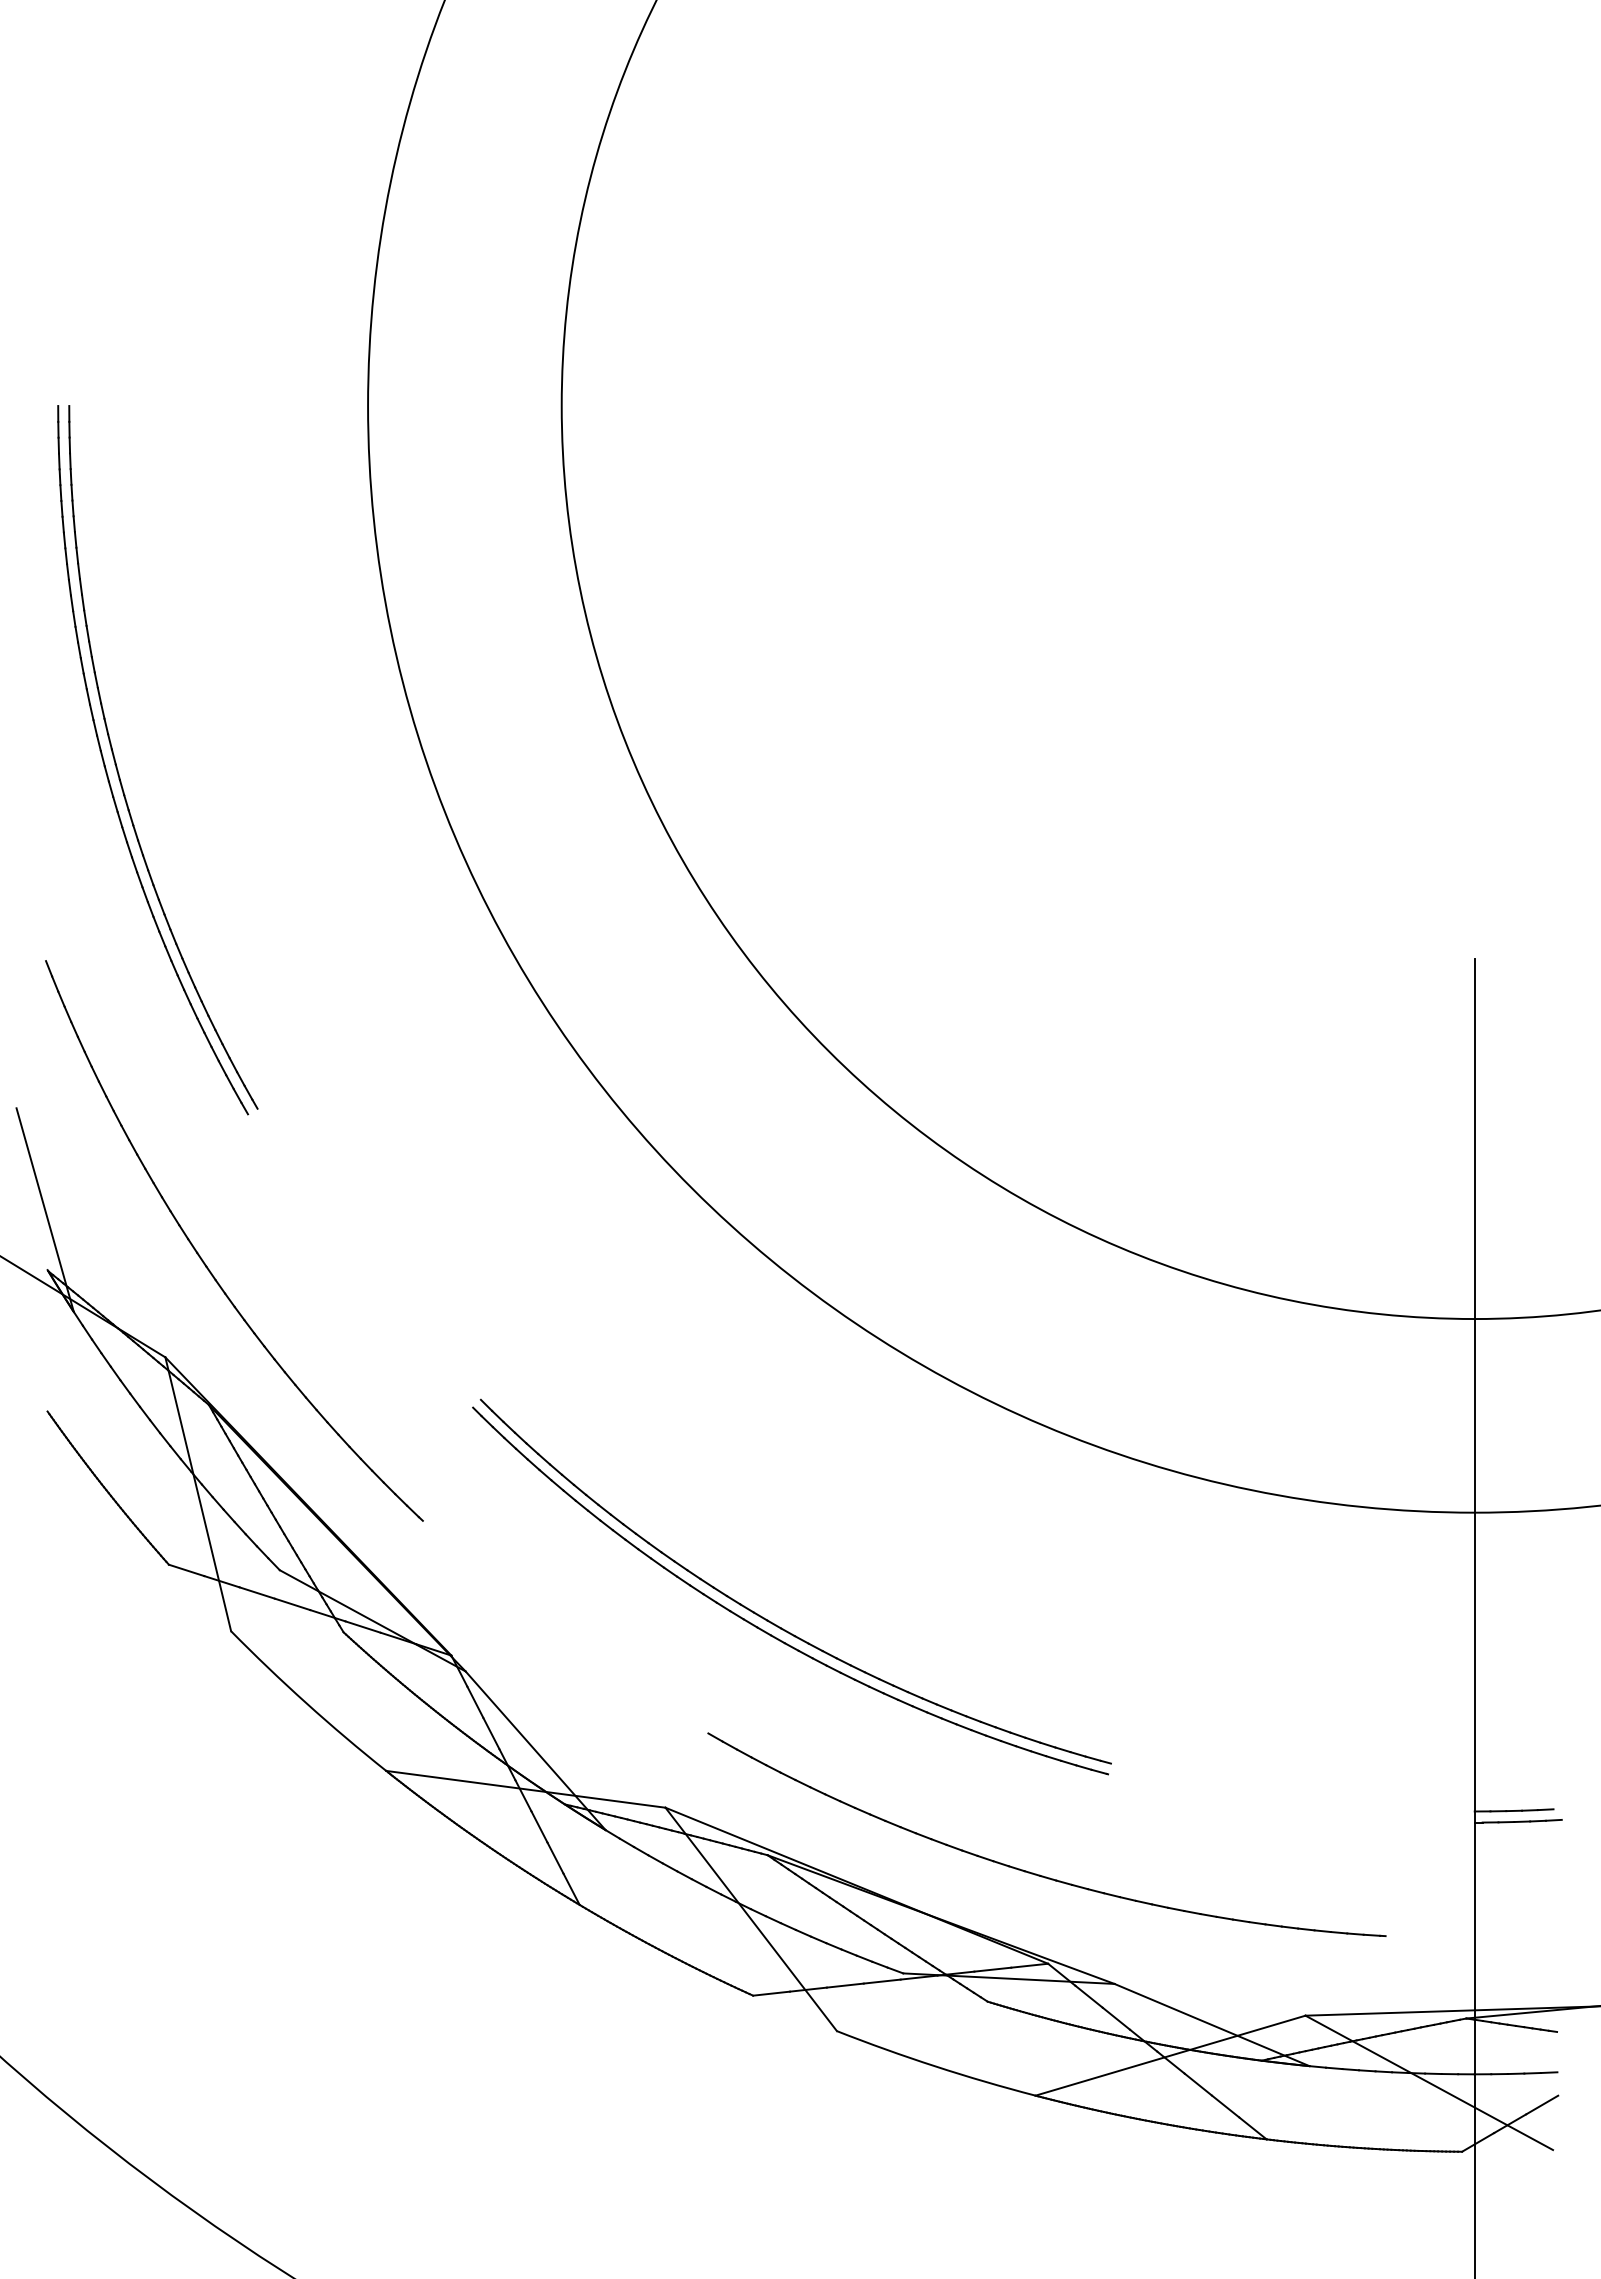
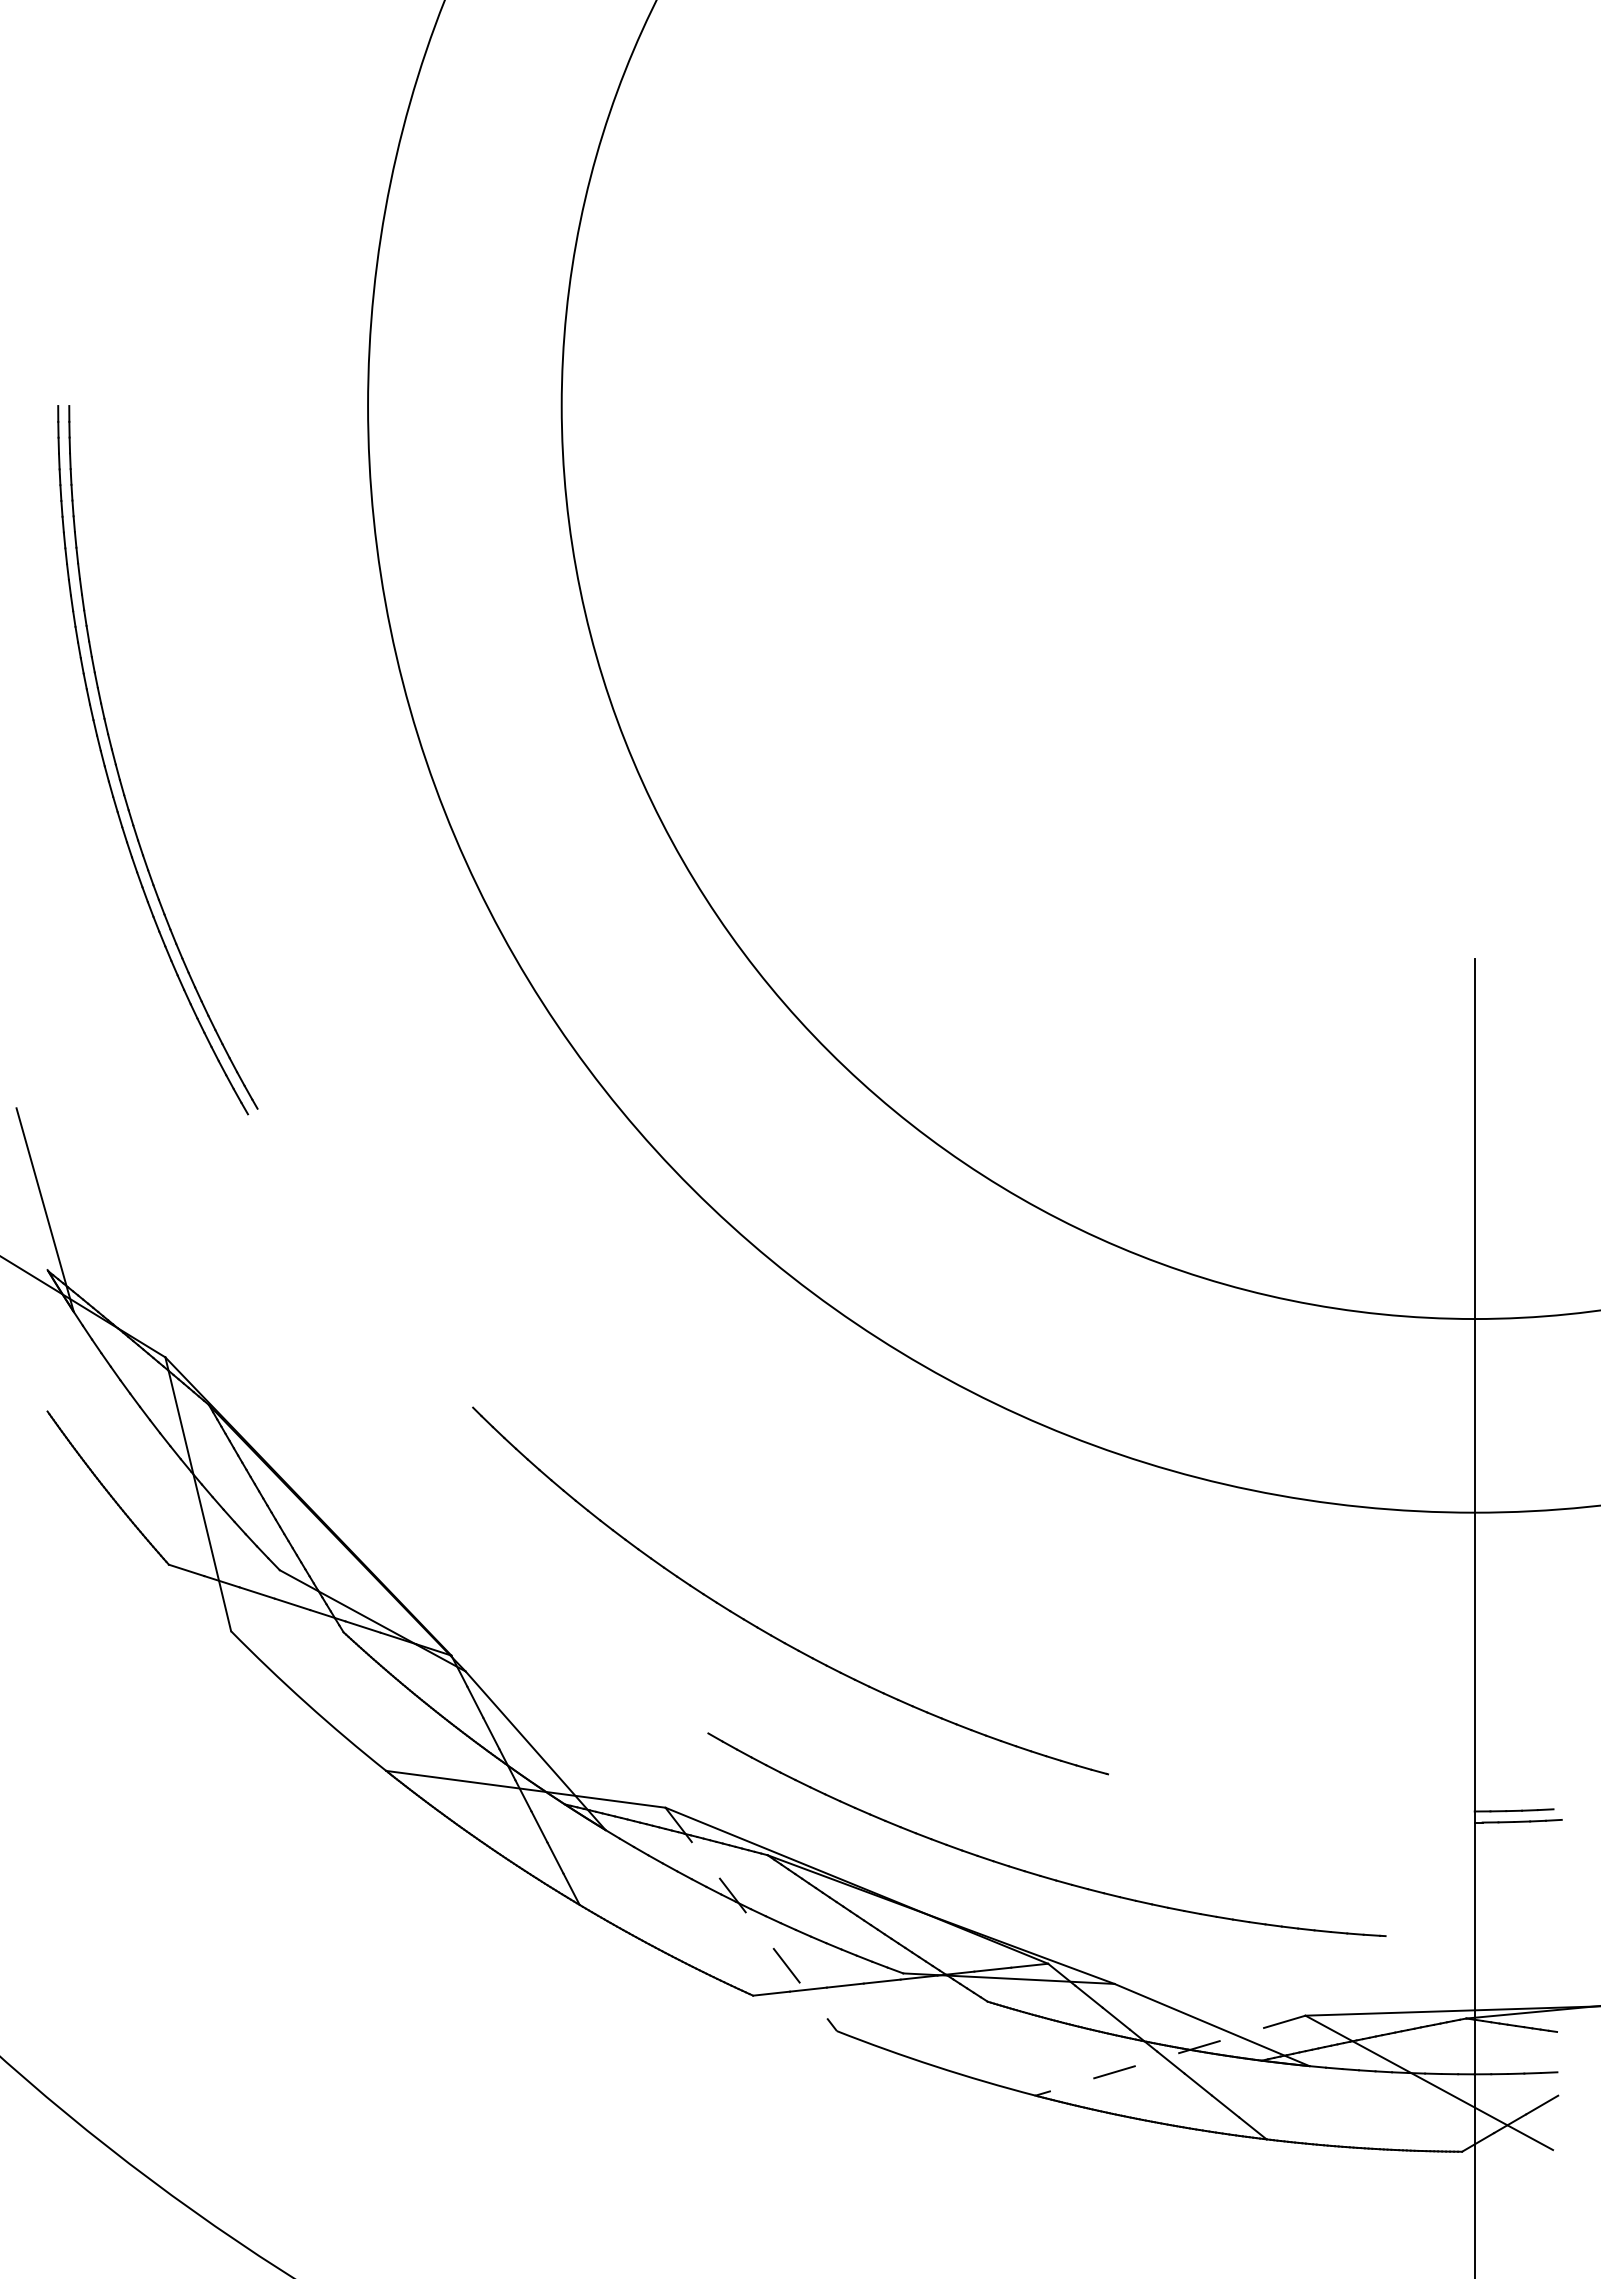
part at (204, 1261): present -> none
part at (771, 1621): present -> none
line at (751, 1919): solid -> dashed
line at (1170, 2055): solid -> dashed
